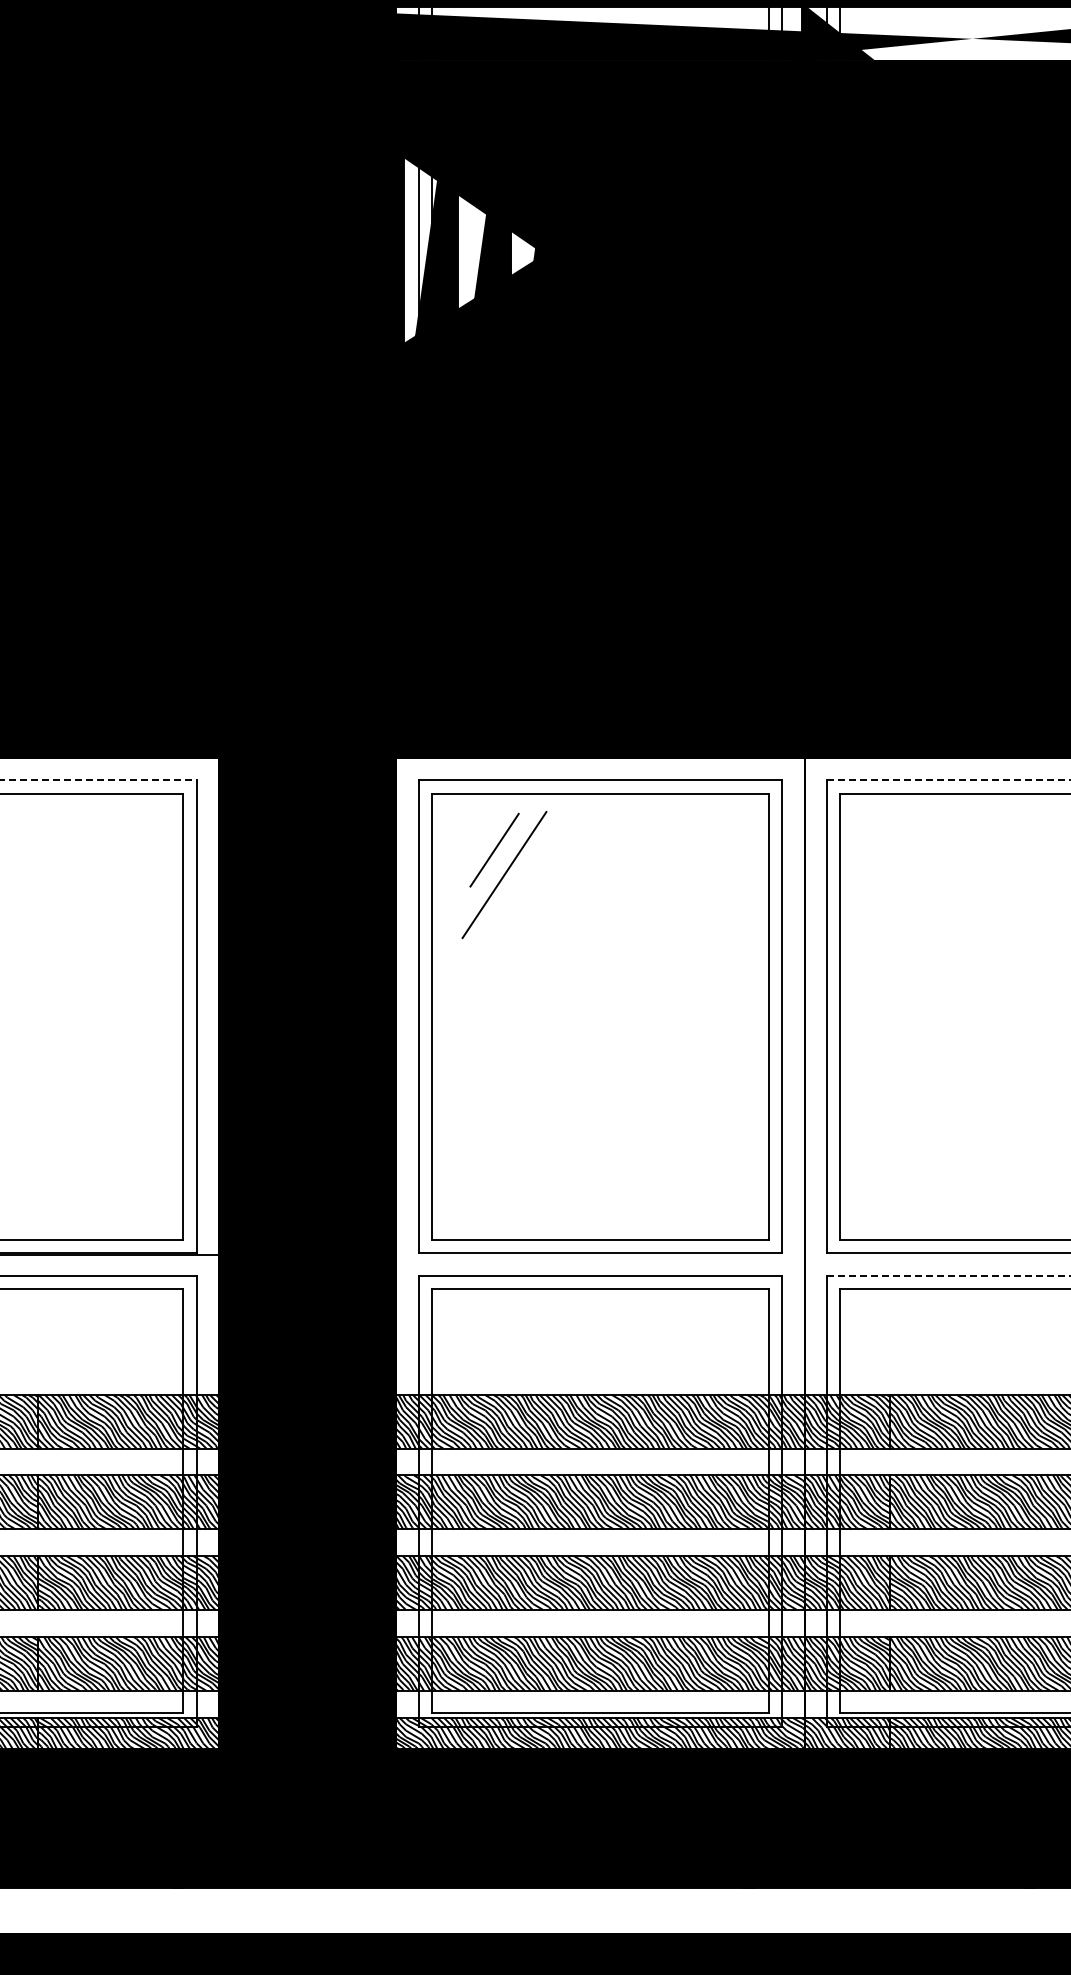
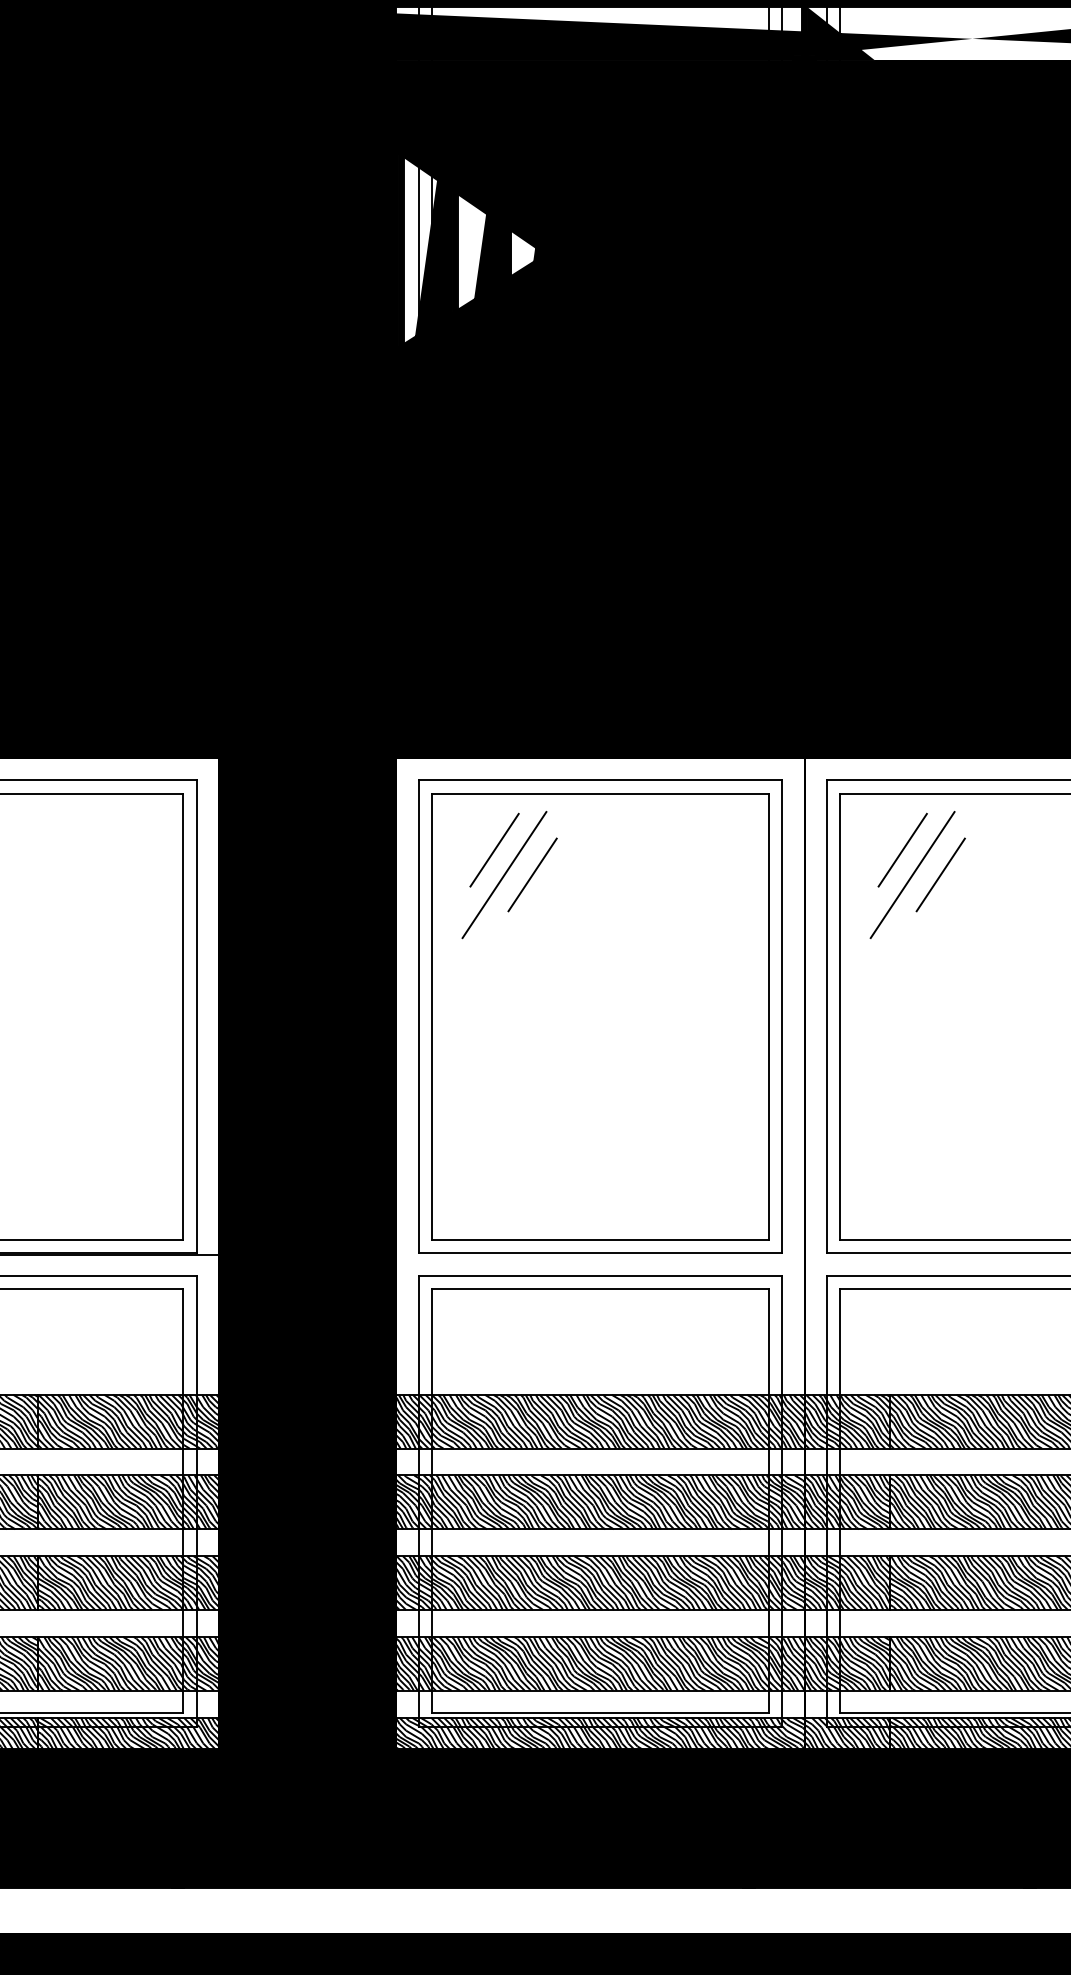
line at (98, 780): dashed -> solid
line at (948, 780): dashed -> solid
line at (902, 849): none -> present
line at (532, 874): none -> present
line at (940, 874): none -> present
line at (912, 875): none -> present
line at (948, 1275): dashed -> solid
